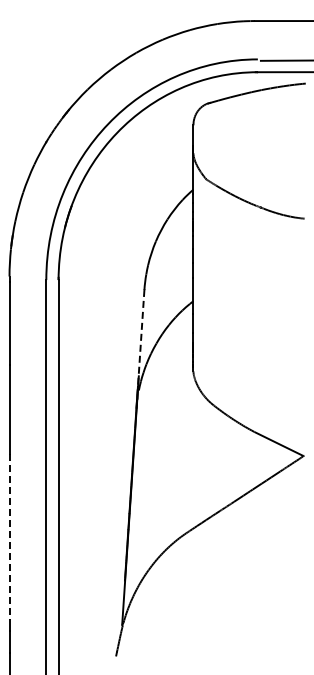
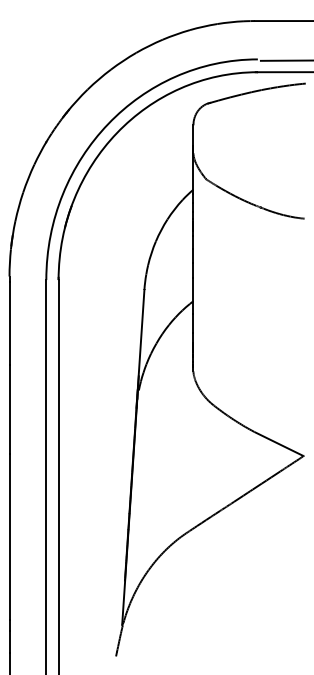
line at (141, 338): dashed -> solid
line at (9, 536): dashed -> solid
